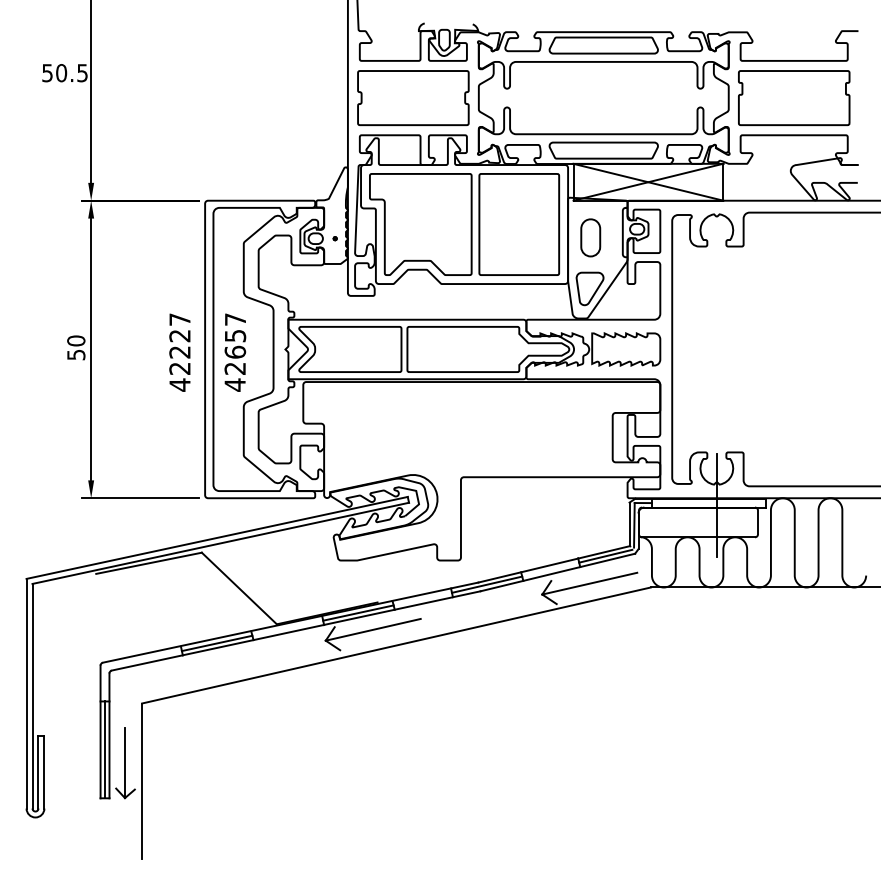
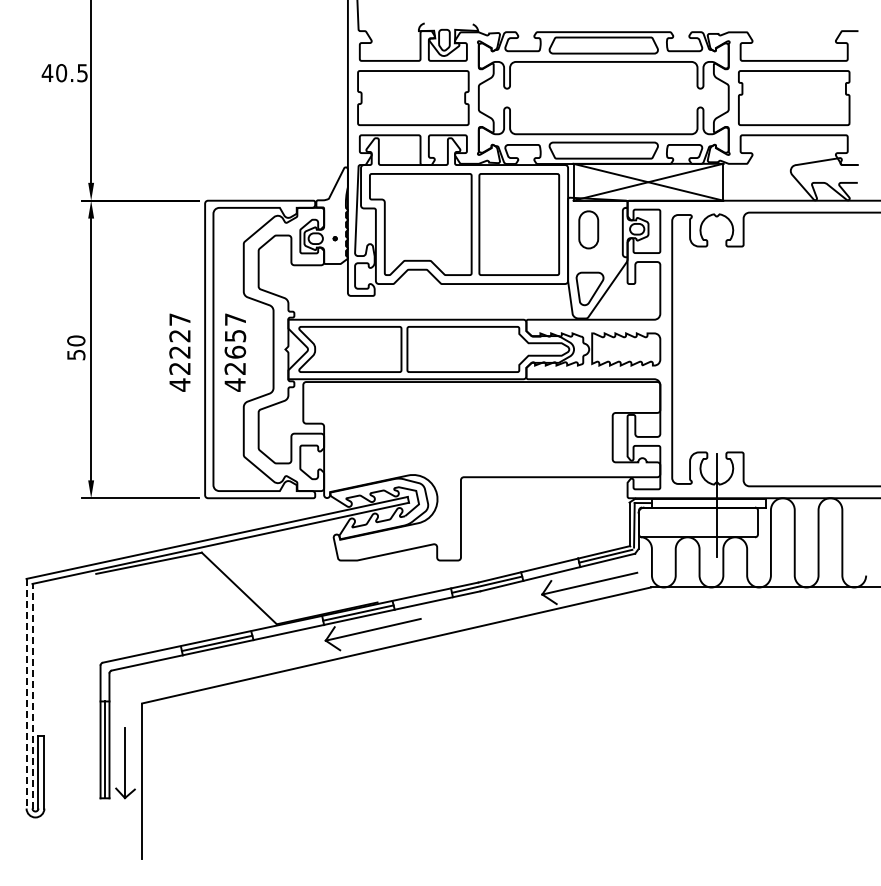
text at (47, 73): 50.5 -> 40.5
part at (590, 237) position: (590, 237) -> (588, 229)
line at (26, 693): solid -> dashed
line at (32, 695): solid -> dashed
